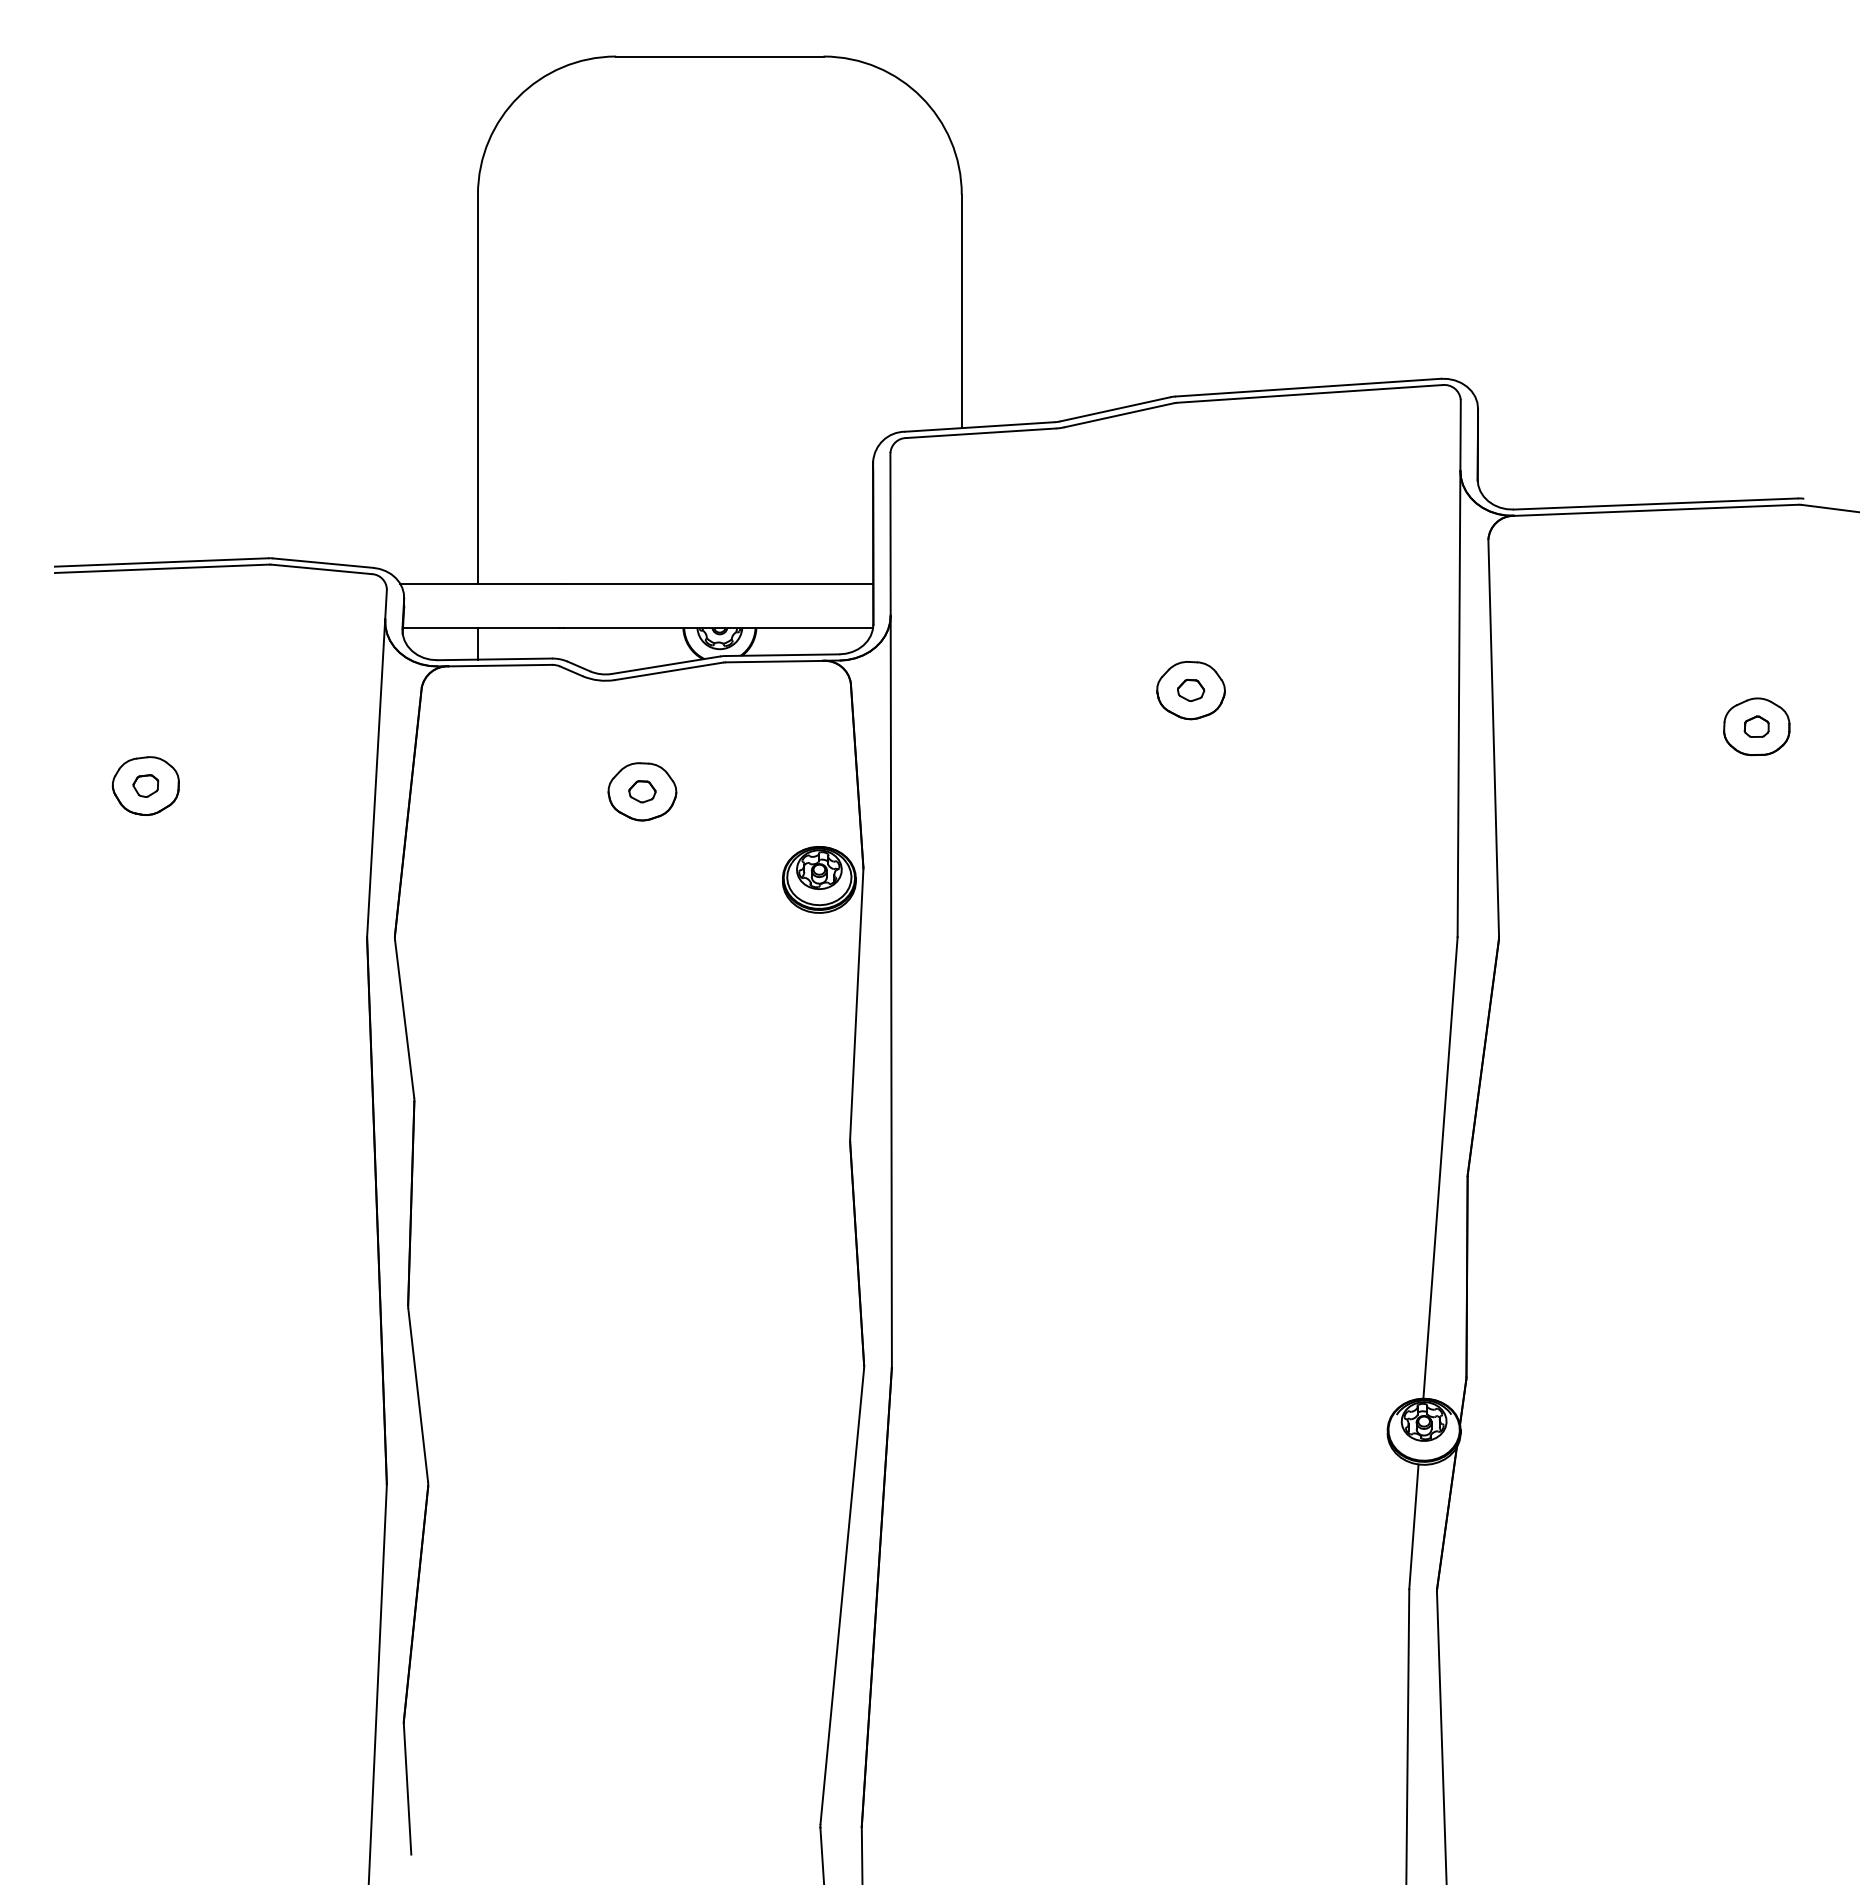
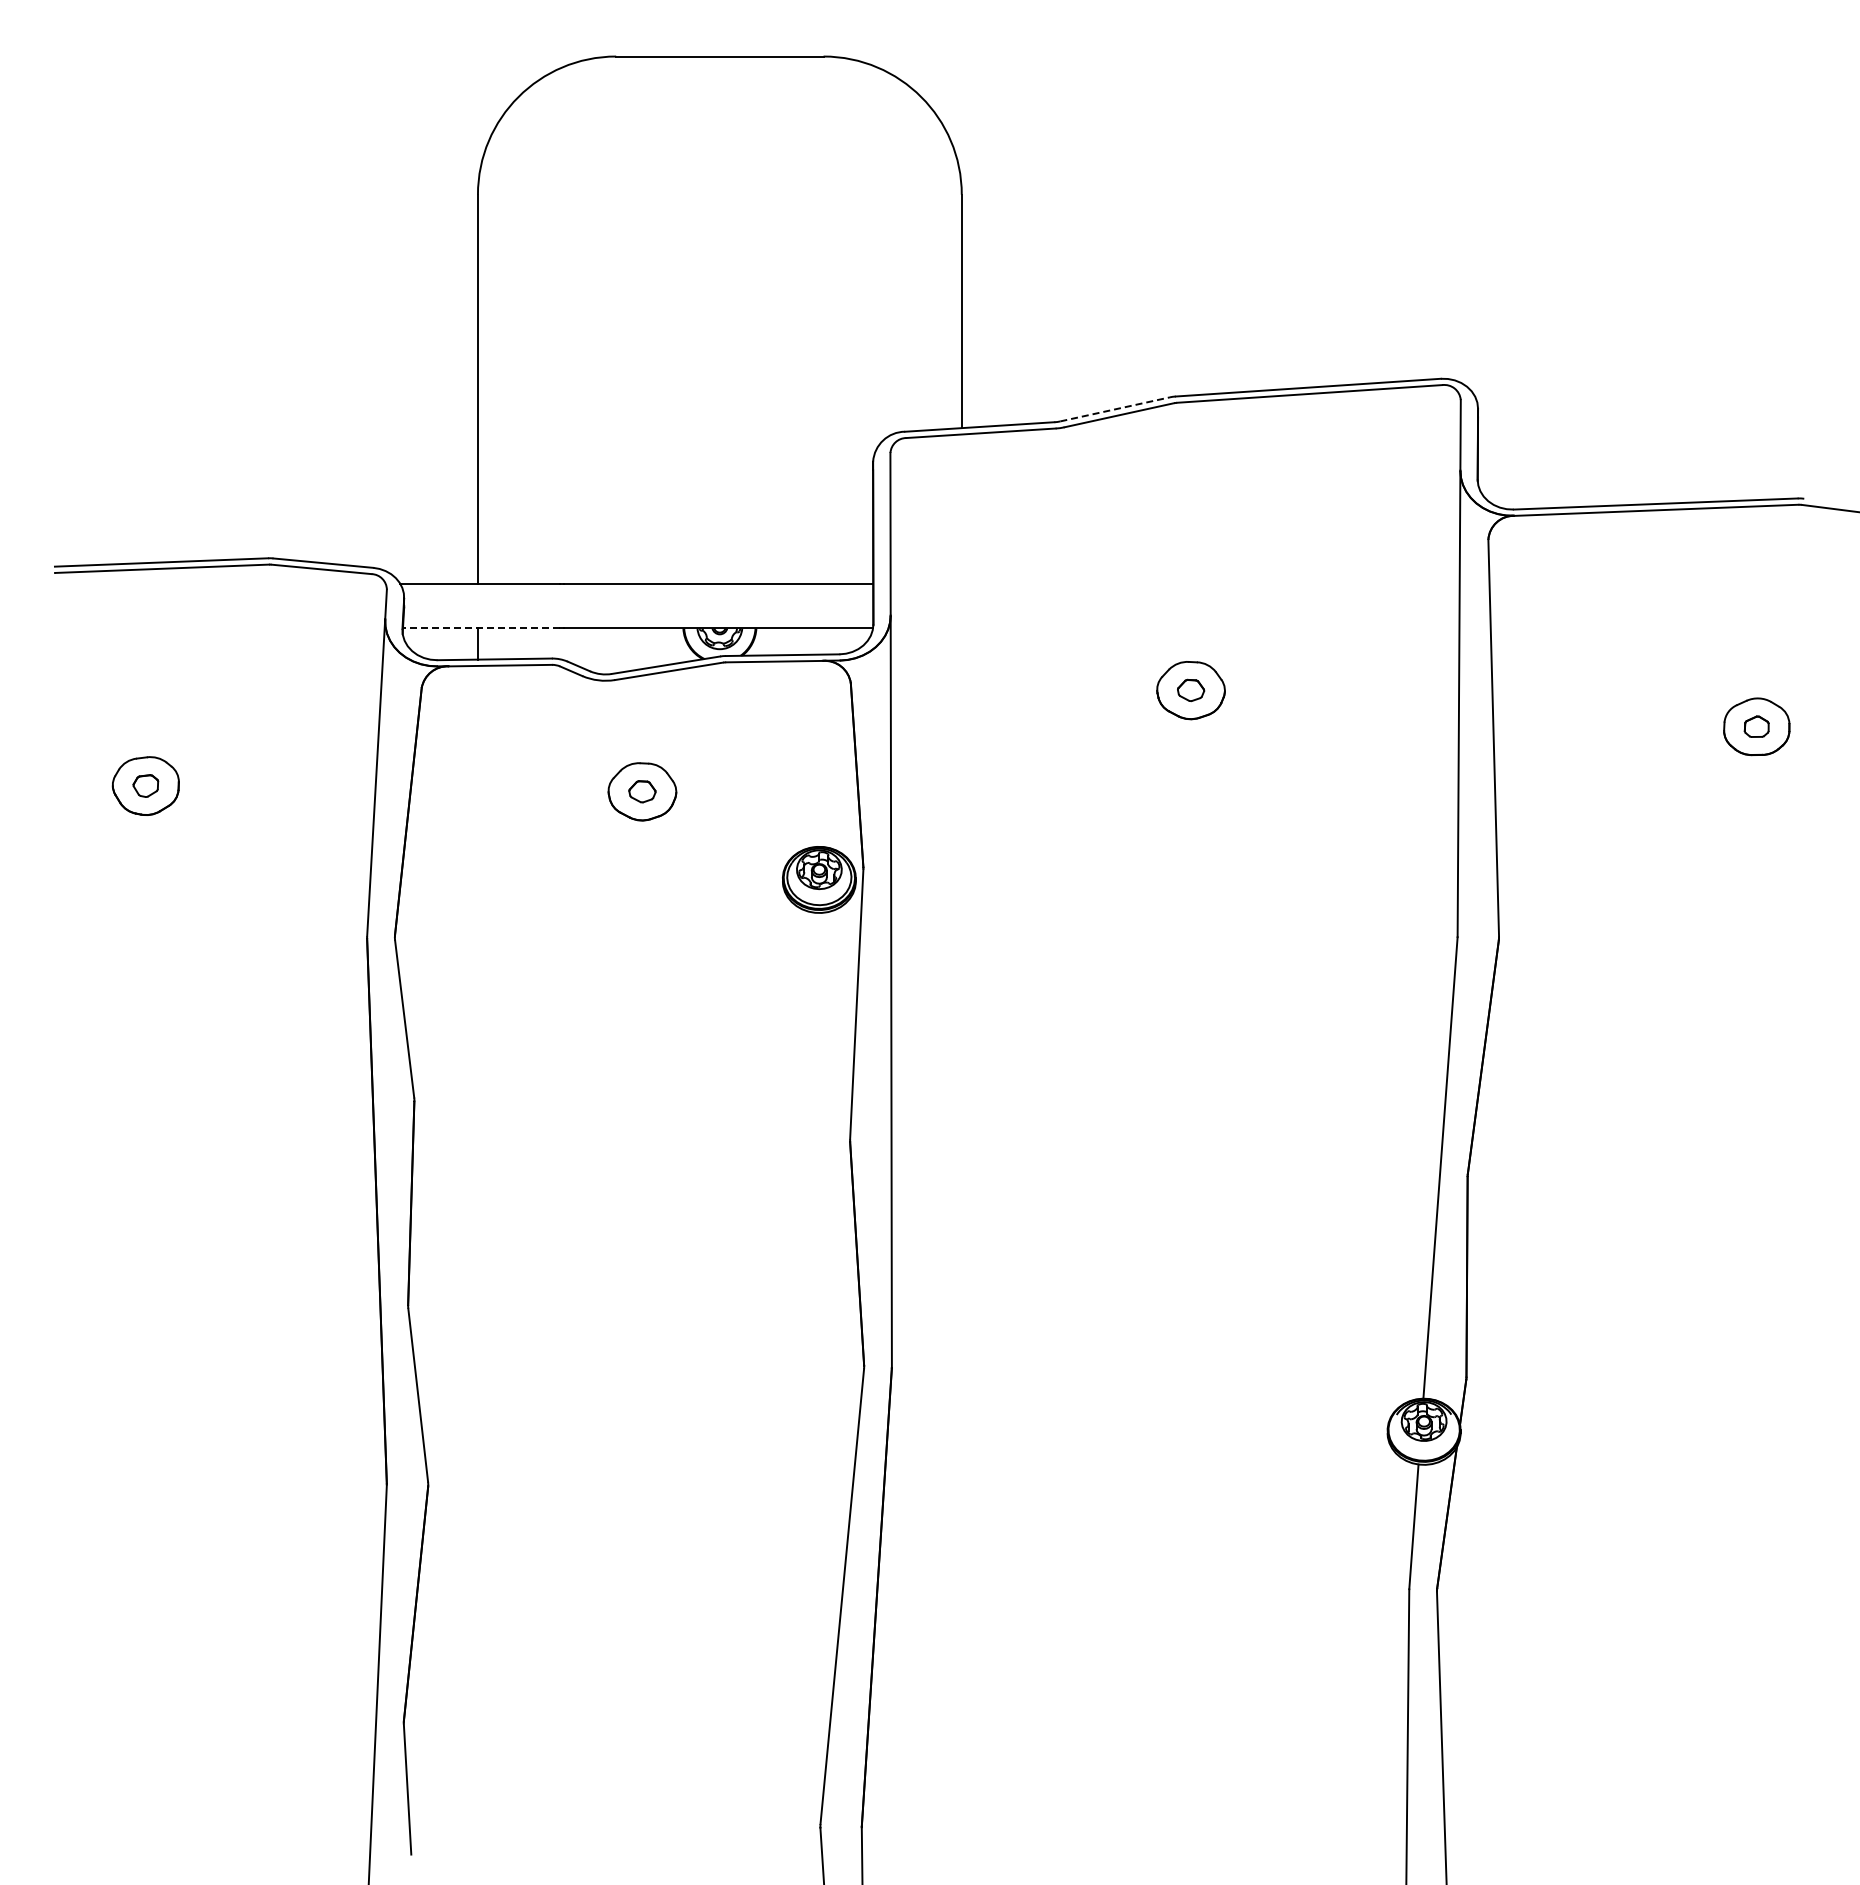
line at (1115, 409): solid -> dashed
line at (481, 628): solid -> dashed
